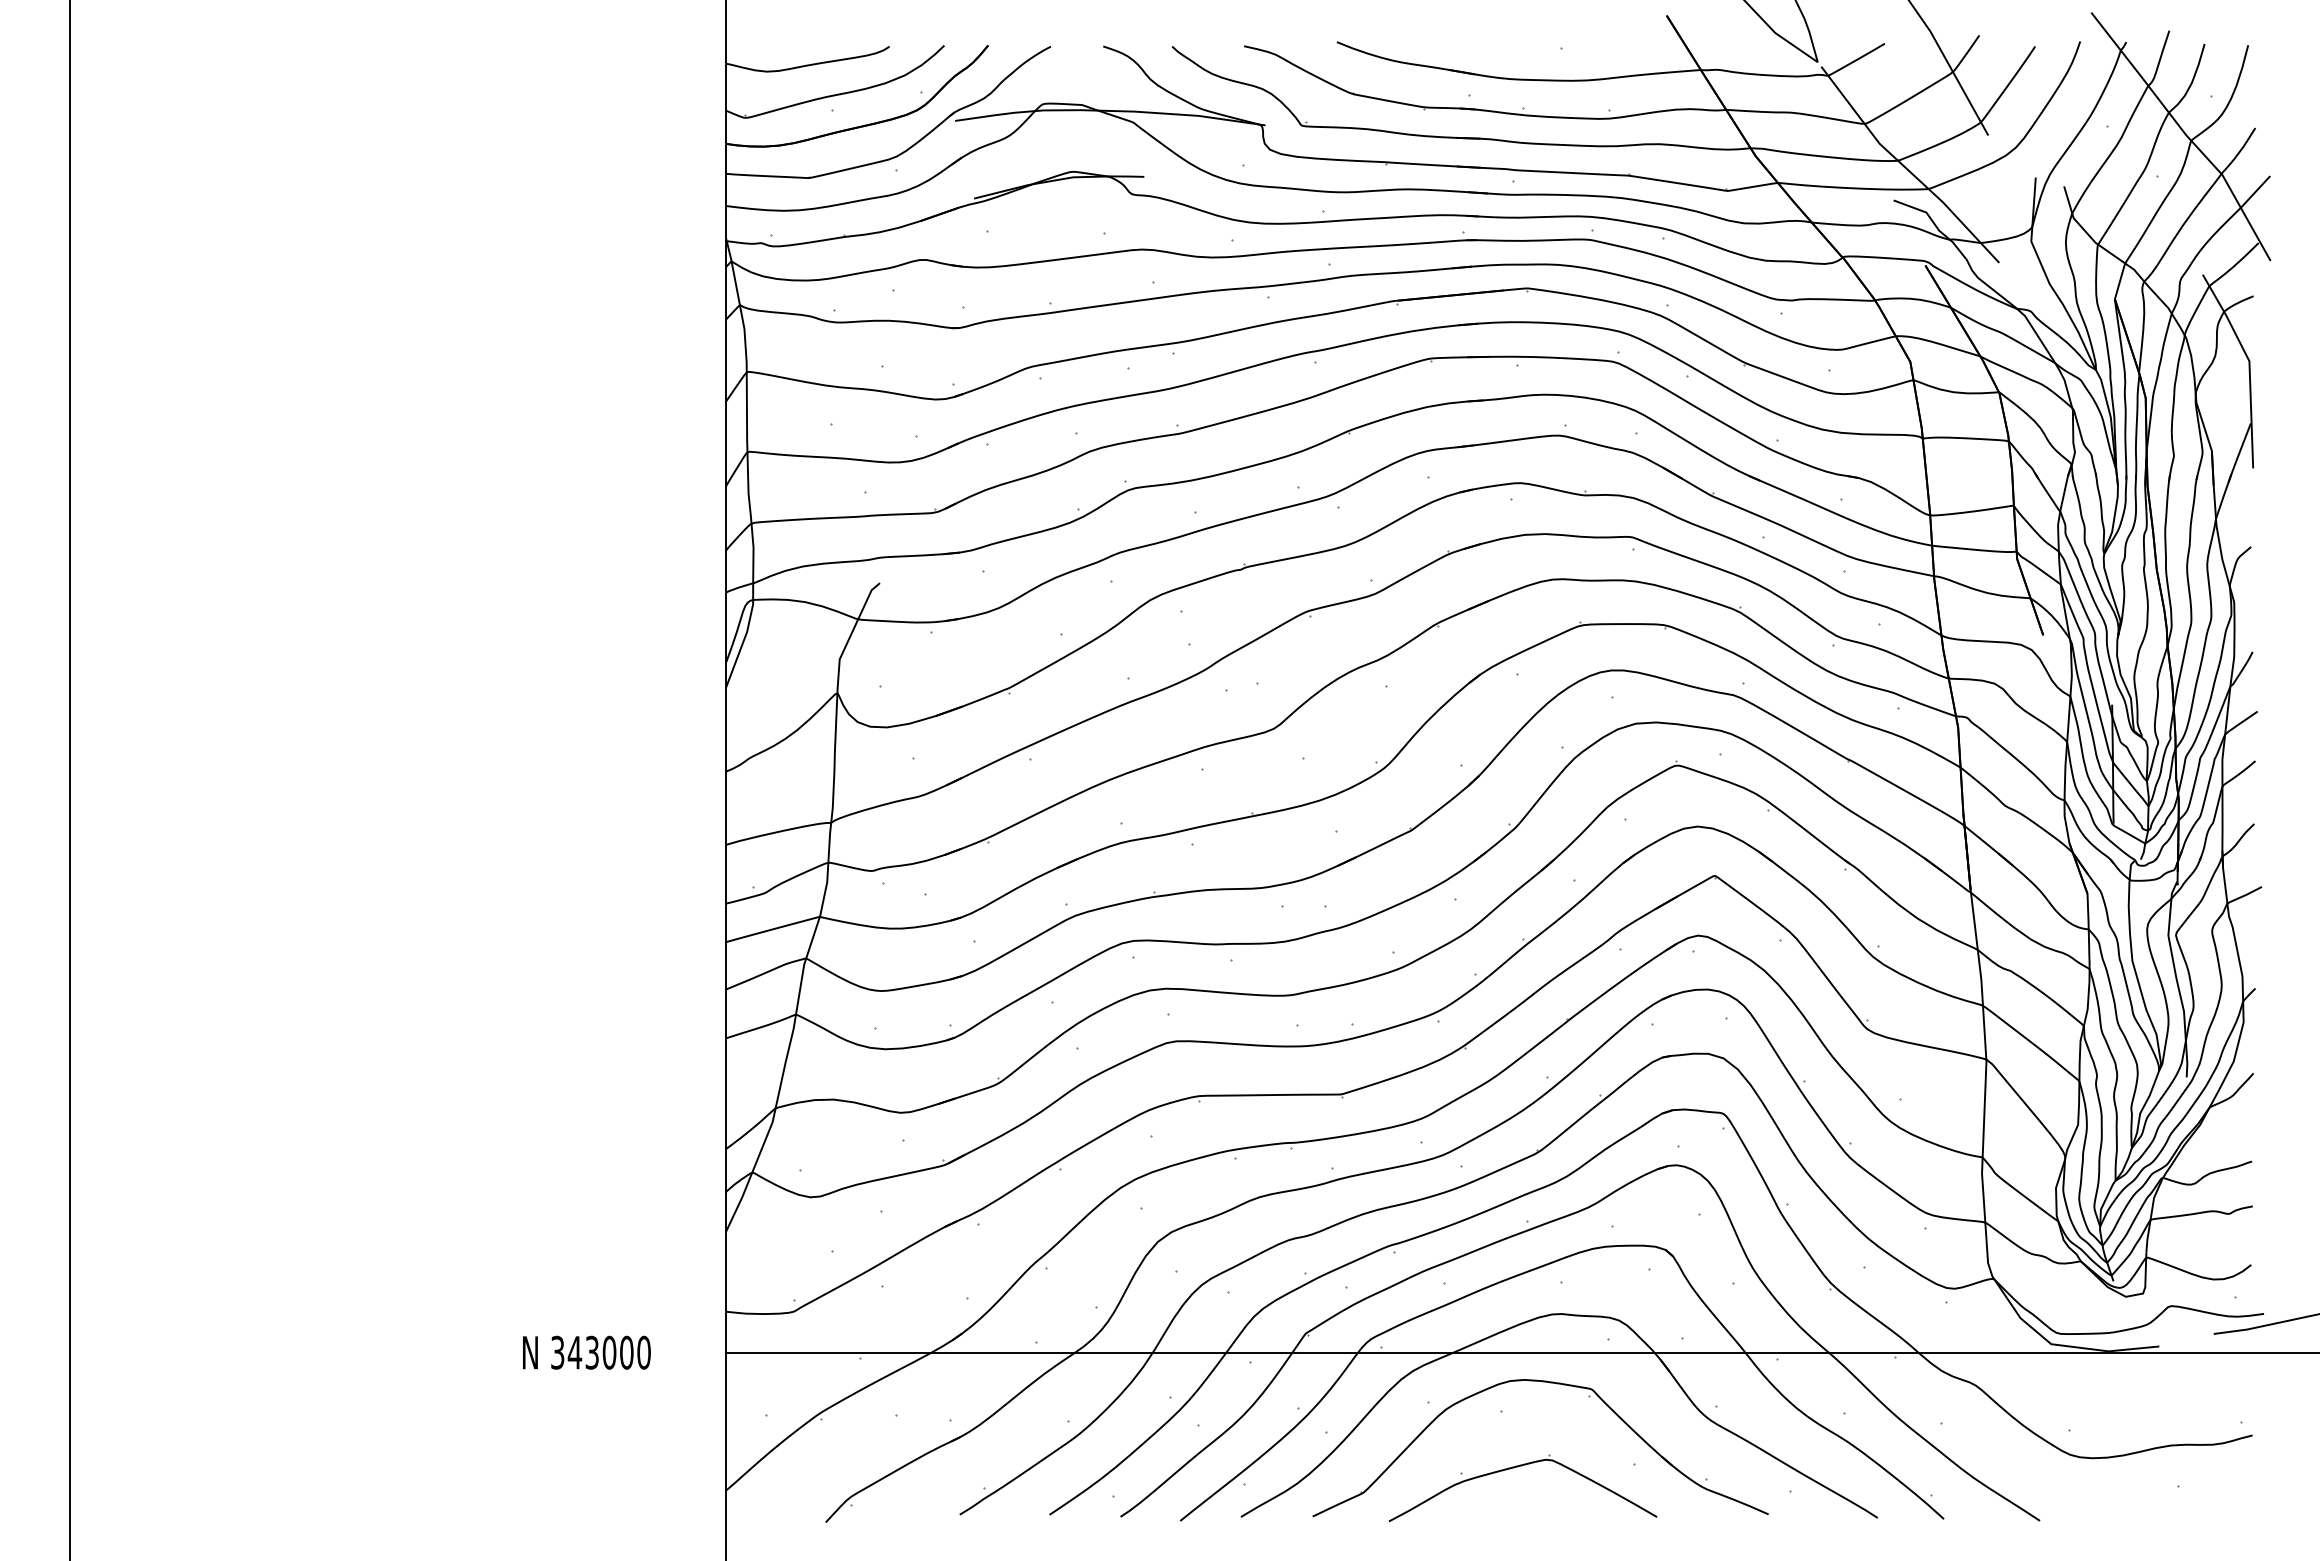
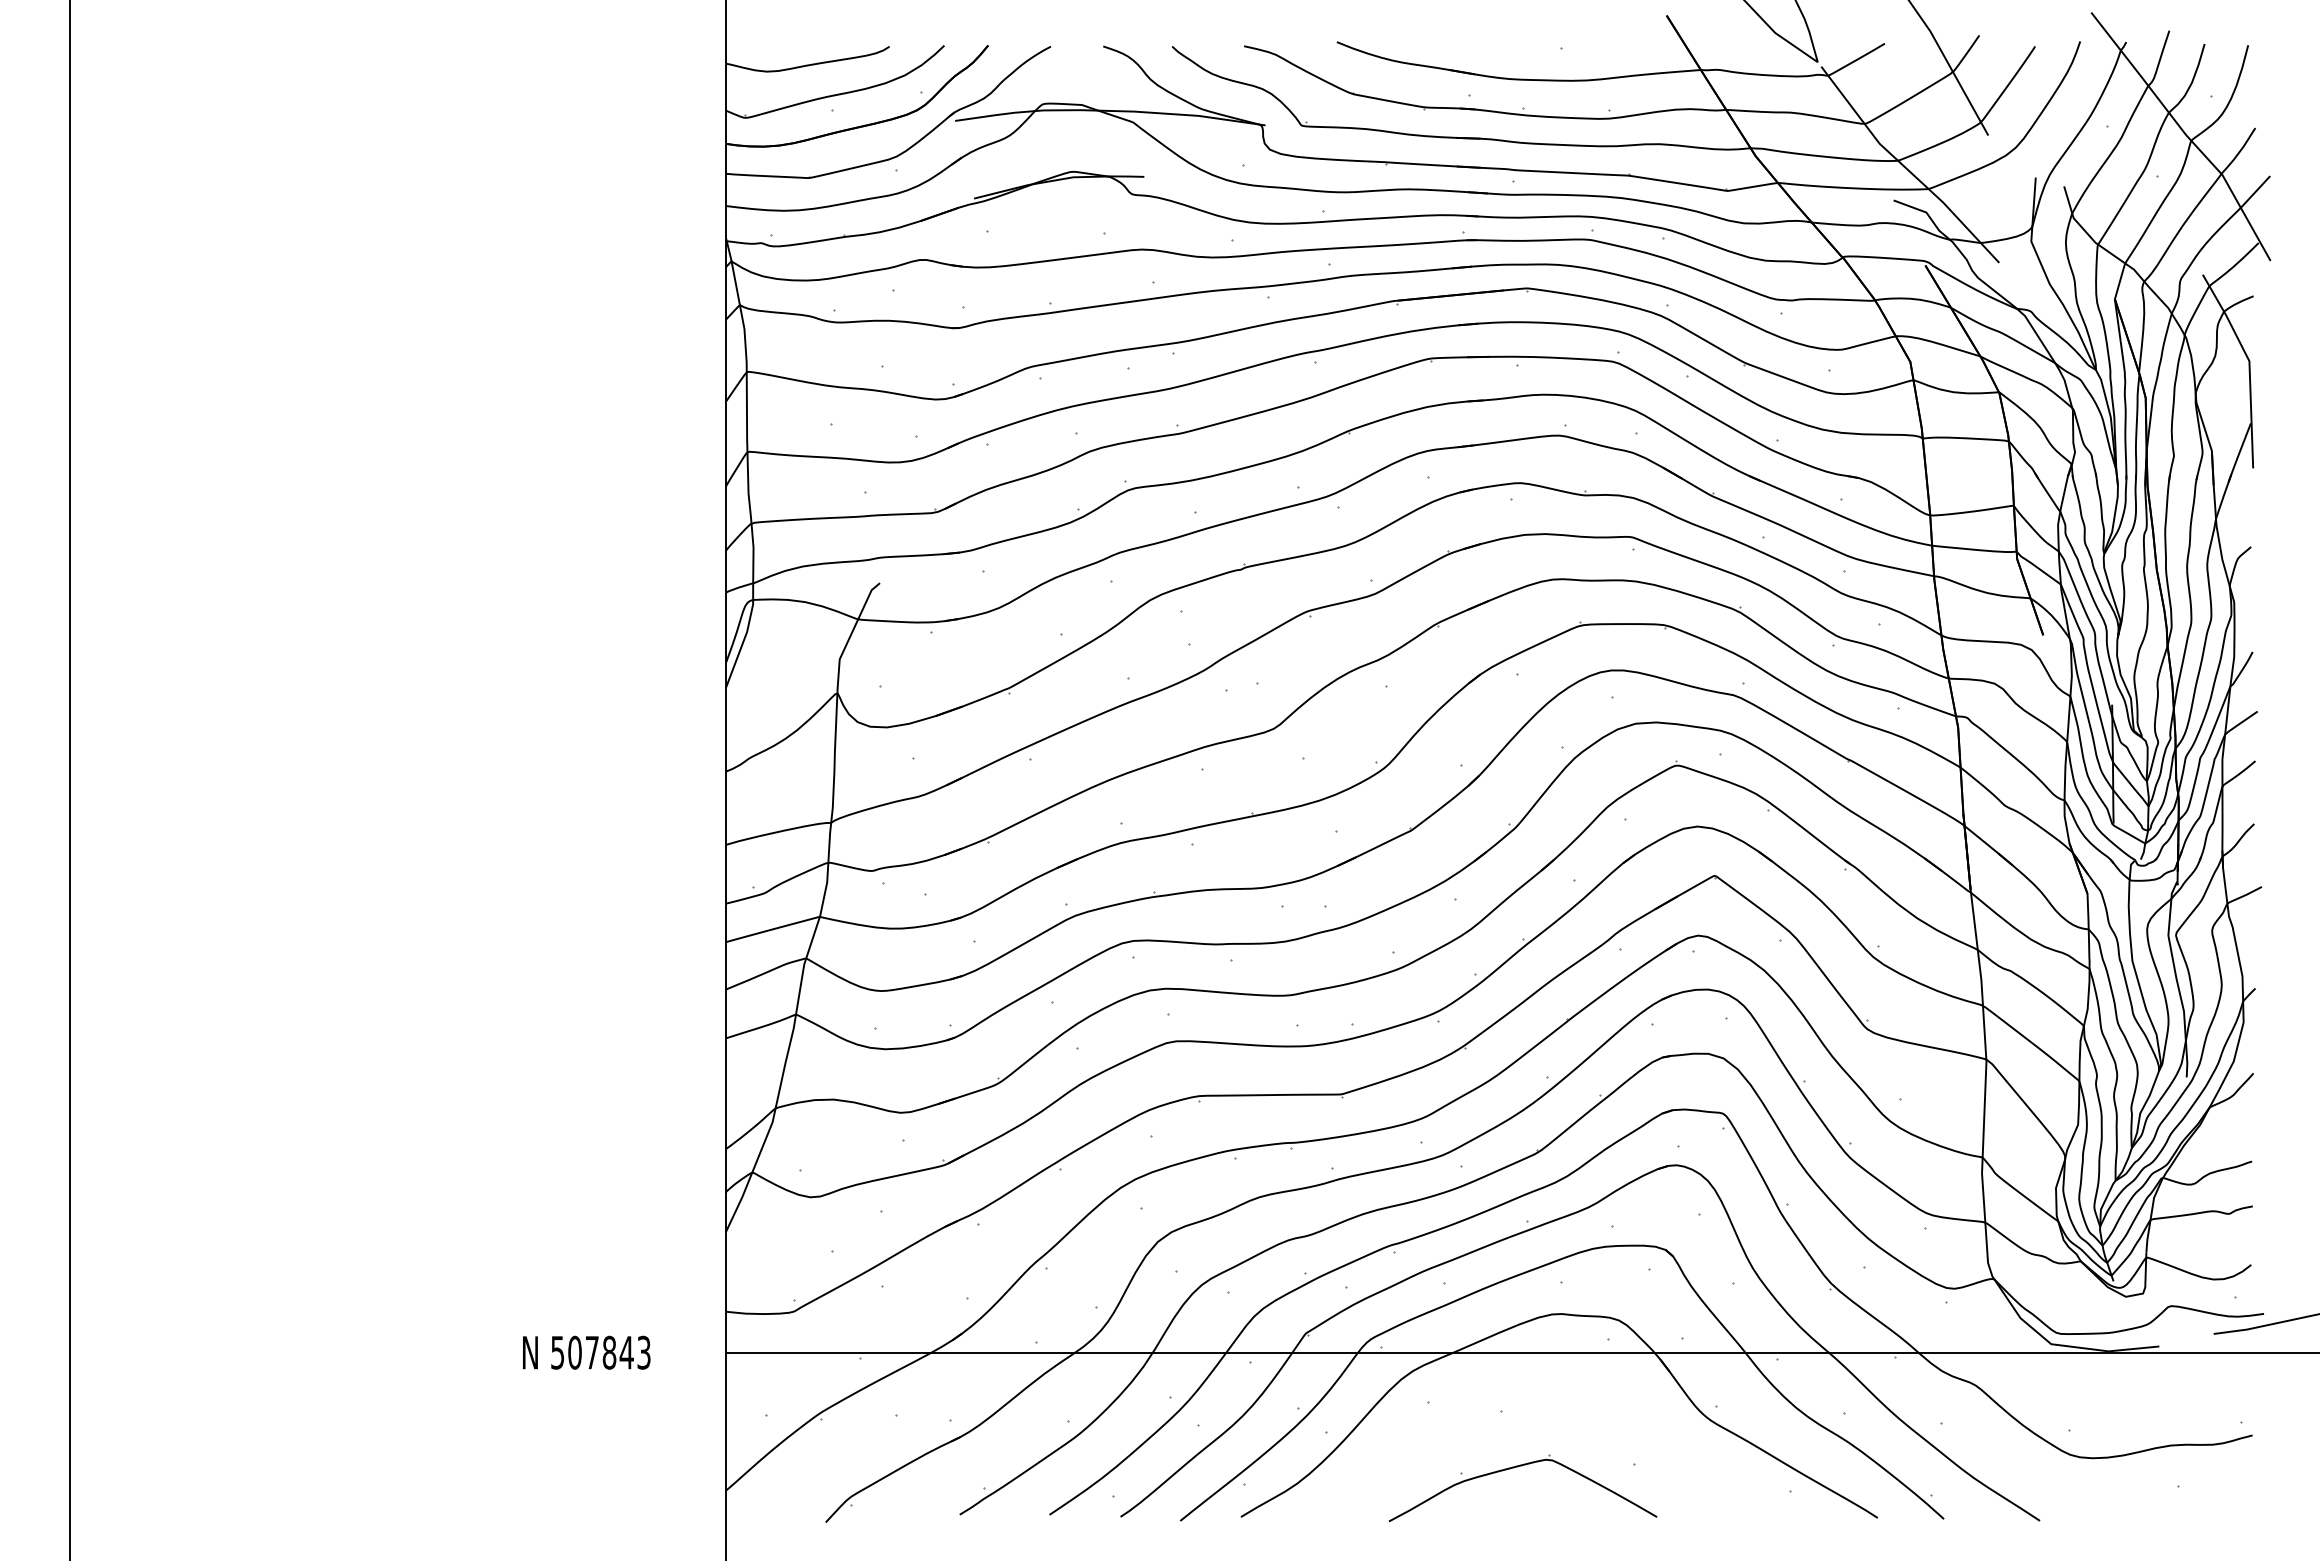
text at (600, 1352): 343000 -> 507843
part at (1549, 1383): present -> none
